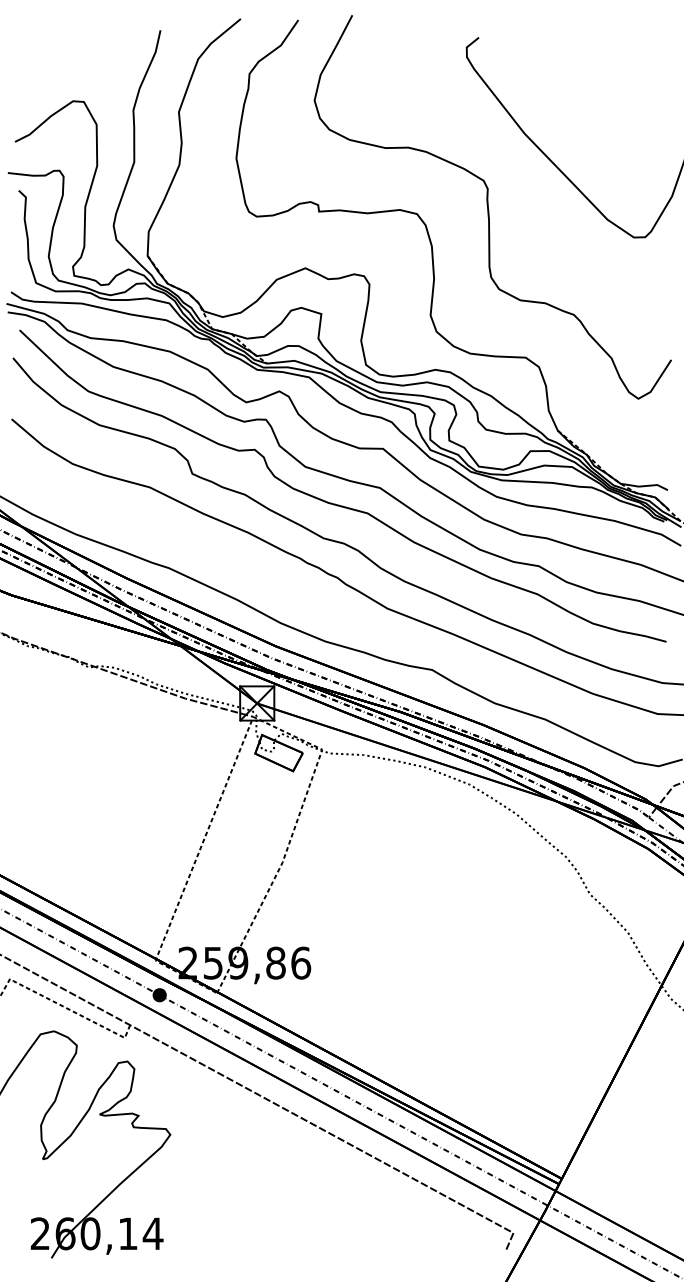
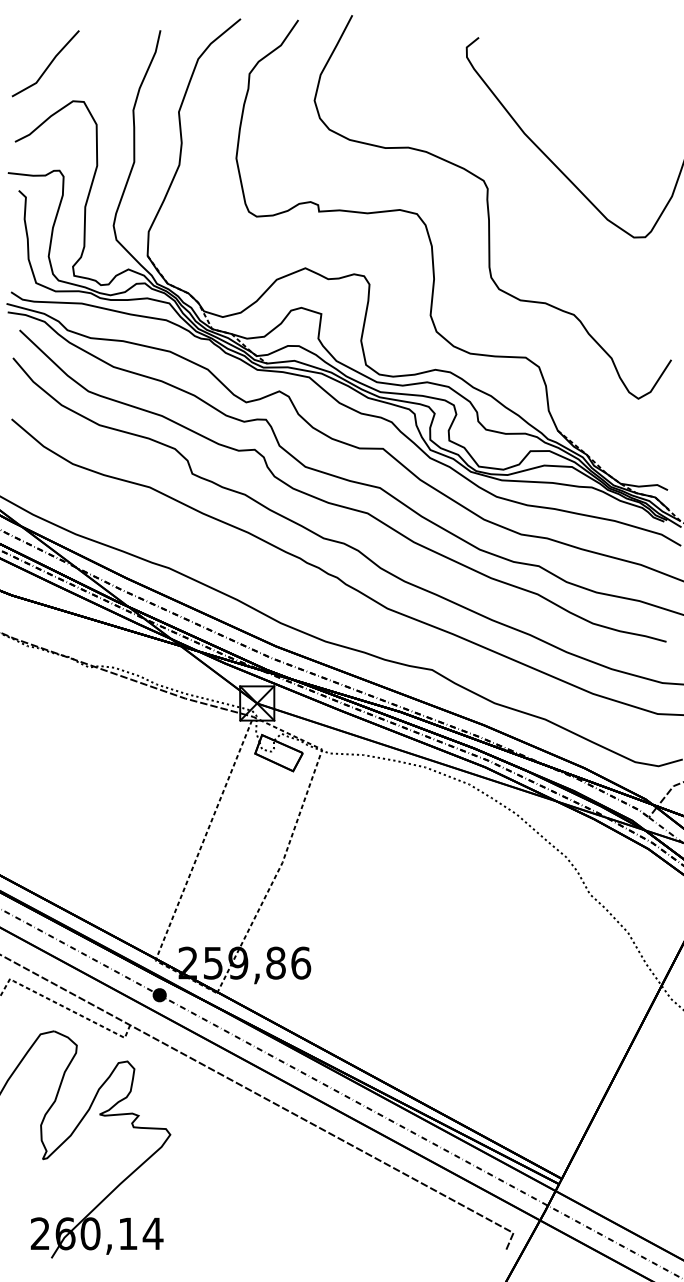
line at (48, 64): none -> present
